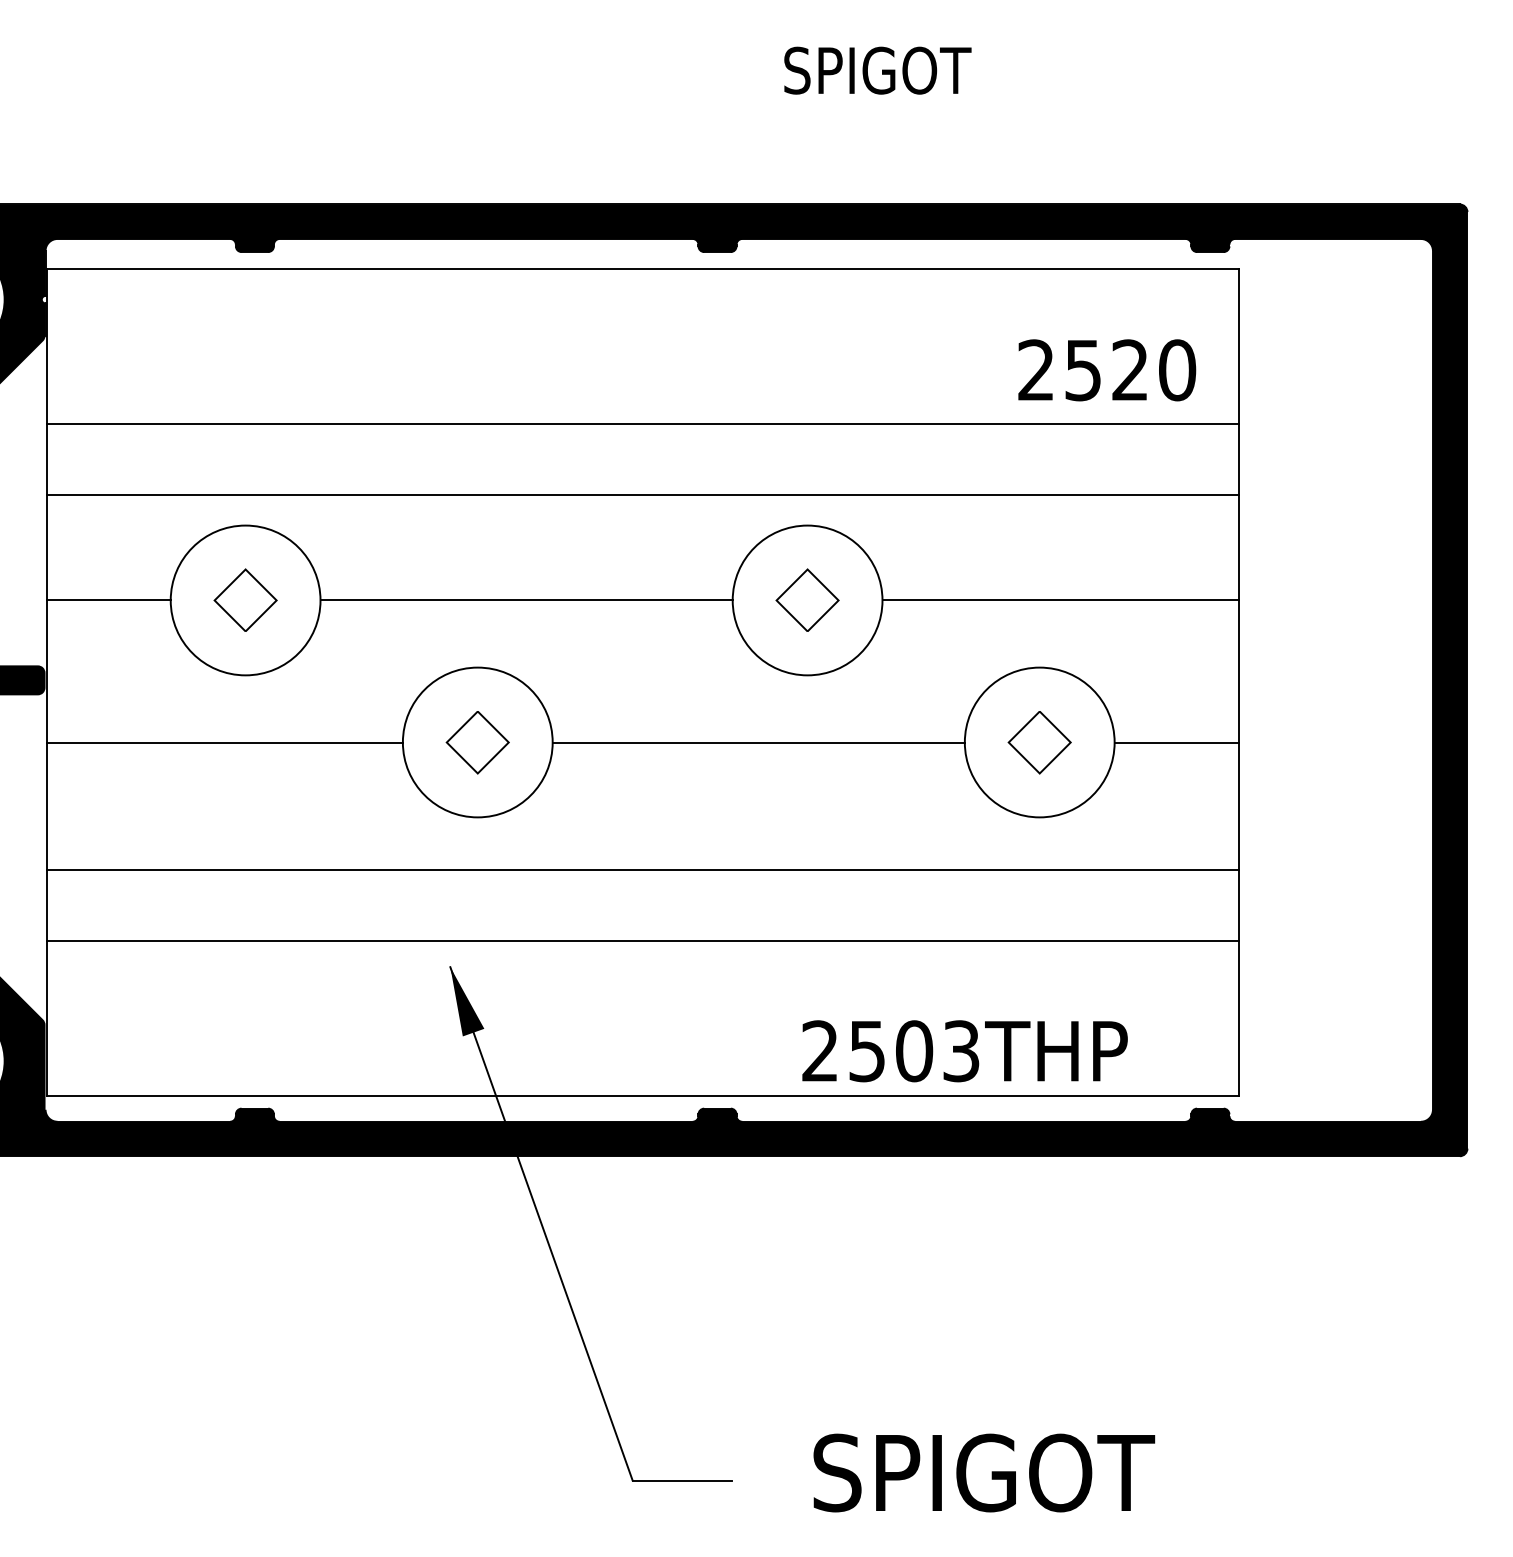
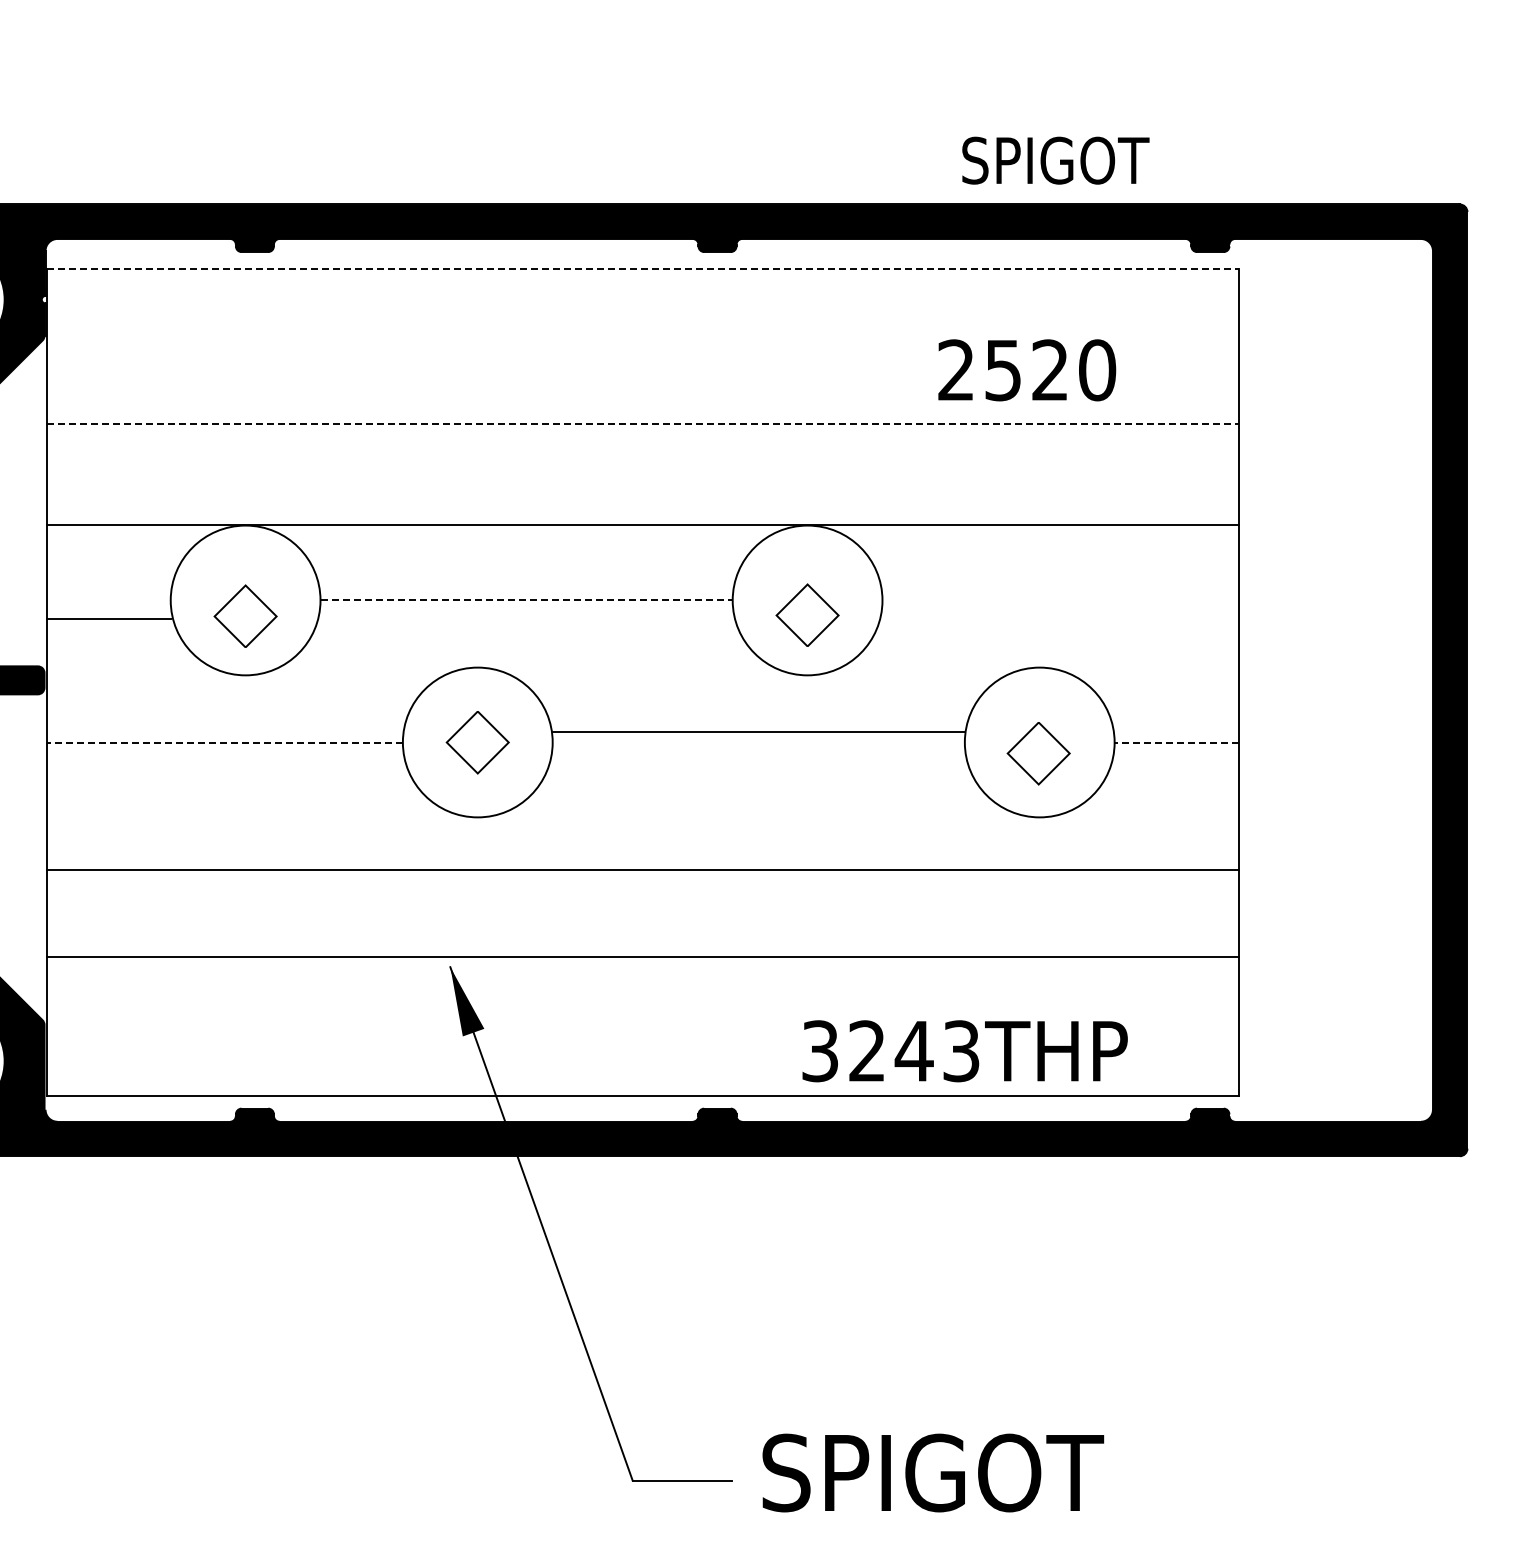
text at (877, 70) position: (877, 70) -> (1055, 160)
line at (643, 269): solid -> dashed
text at (1107, 370) position: (1107, 370) -> (1027, 370)
line at (643, 424): solid -> dashed
line at (642, 495) position: (642, 495) -> (642, 525)
part at (245, 599) position: (245, 599) -> (245, 615)
part at (807, 599) position: (807, 599) -> (807, 614)
line at (108, 600) position: (108, 600) -> (108, 619)
line at (527, 600): solid -> dashed
line at (1060, 600): present -> none
line at (224, 742): solid -> dashed
line at (758, 742) position: (758, 742) -> (758, 731)
part at (1039, 742) position: (1039, 742) -> (1038, 753)
line at (1176, 742): solid -> dashed
line at (642, 941) position: (642, 941) -> (642, 957)
text at (867, 1051): 2503THP -> 3243THP
text at (984, 1472) position: (984, 1472) -> (933, 1472)
